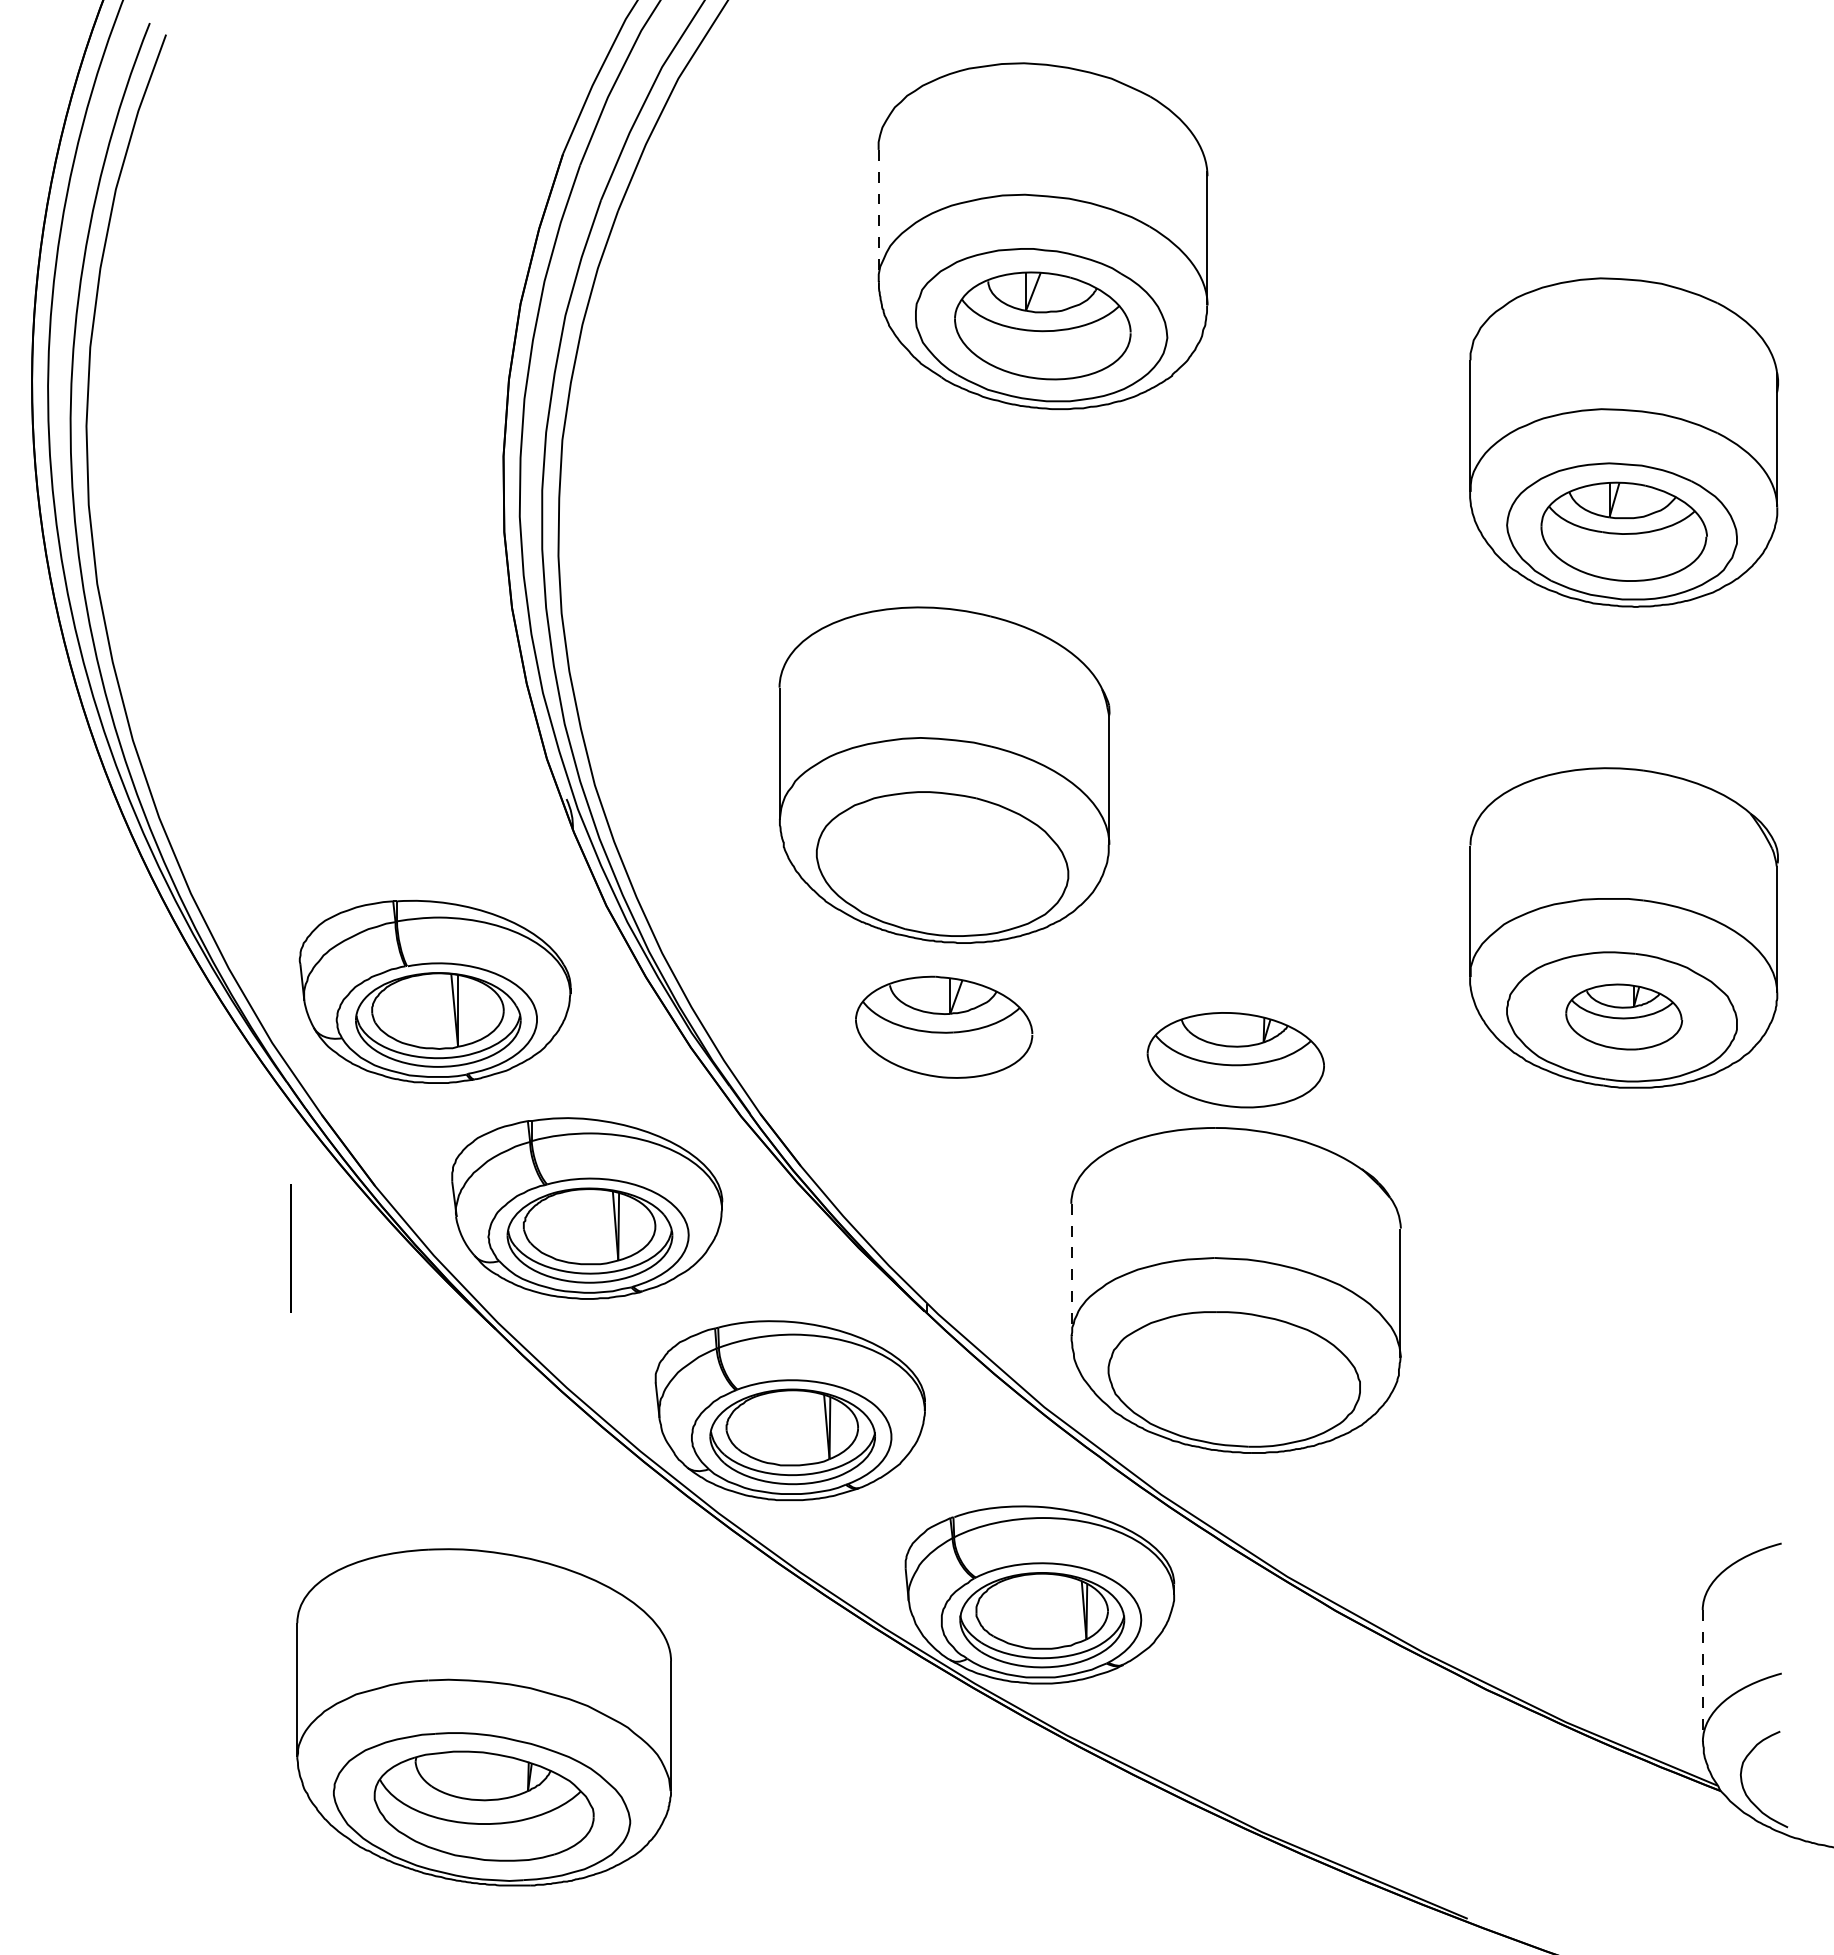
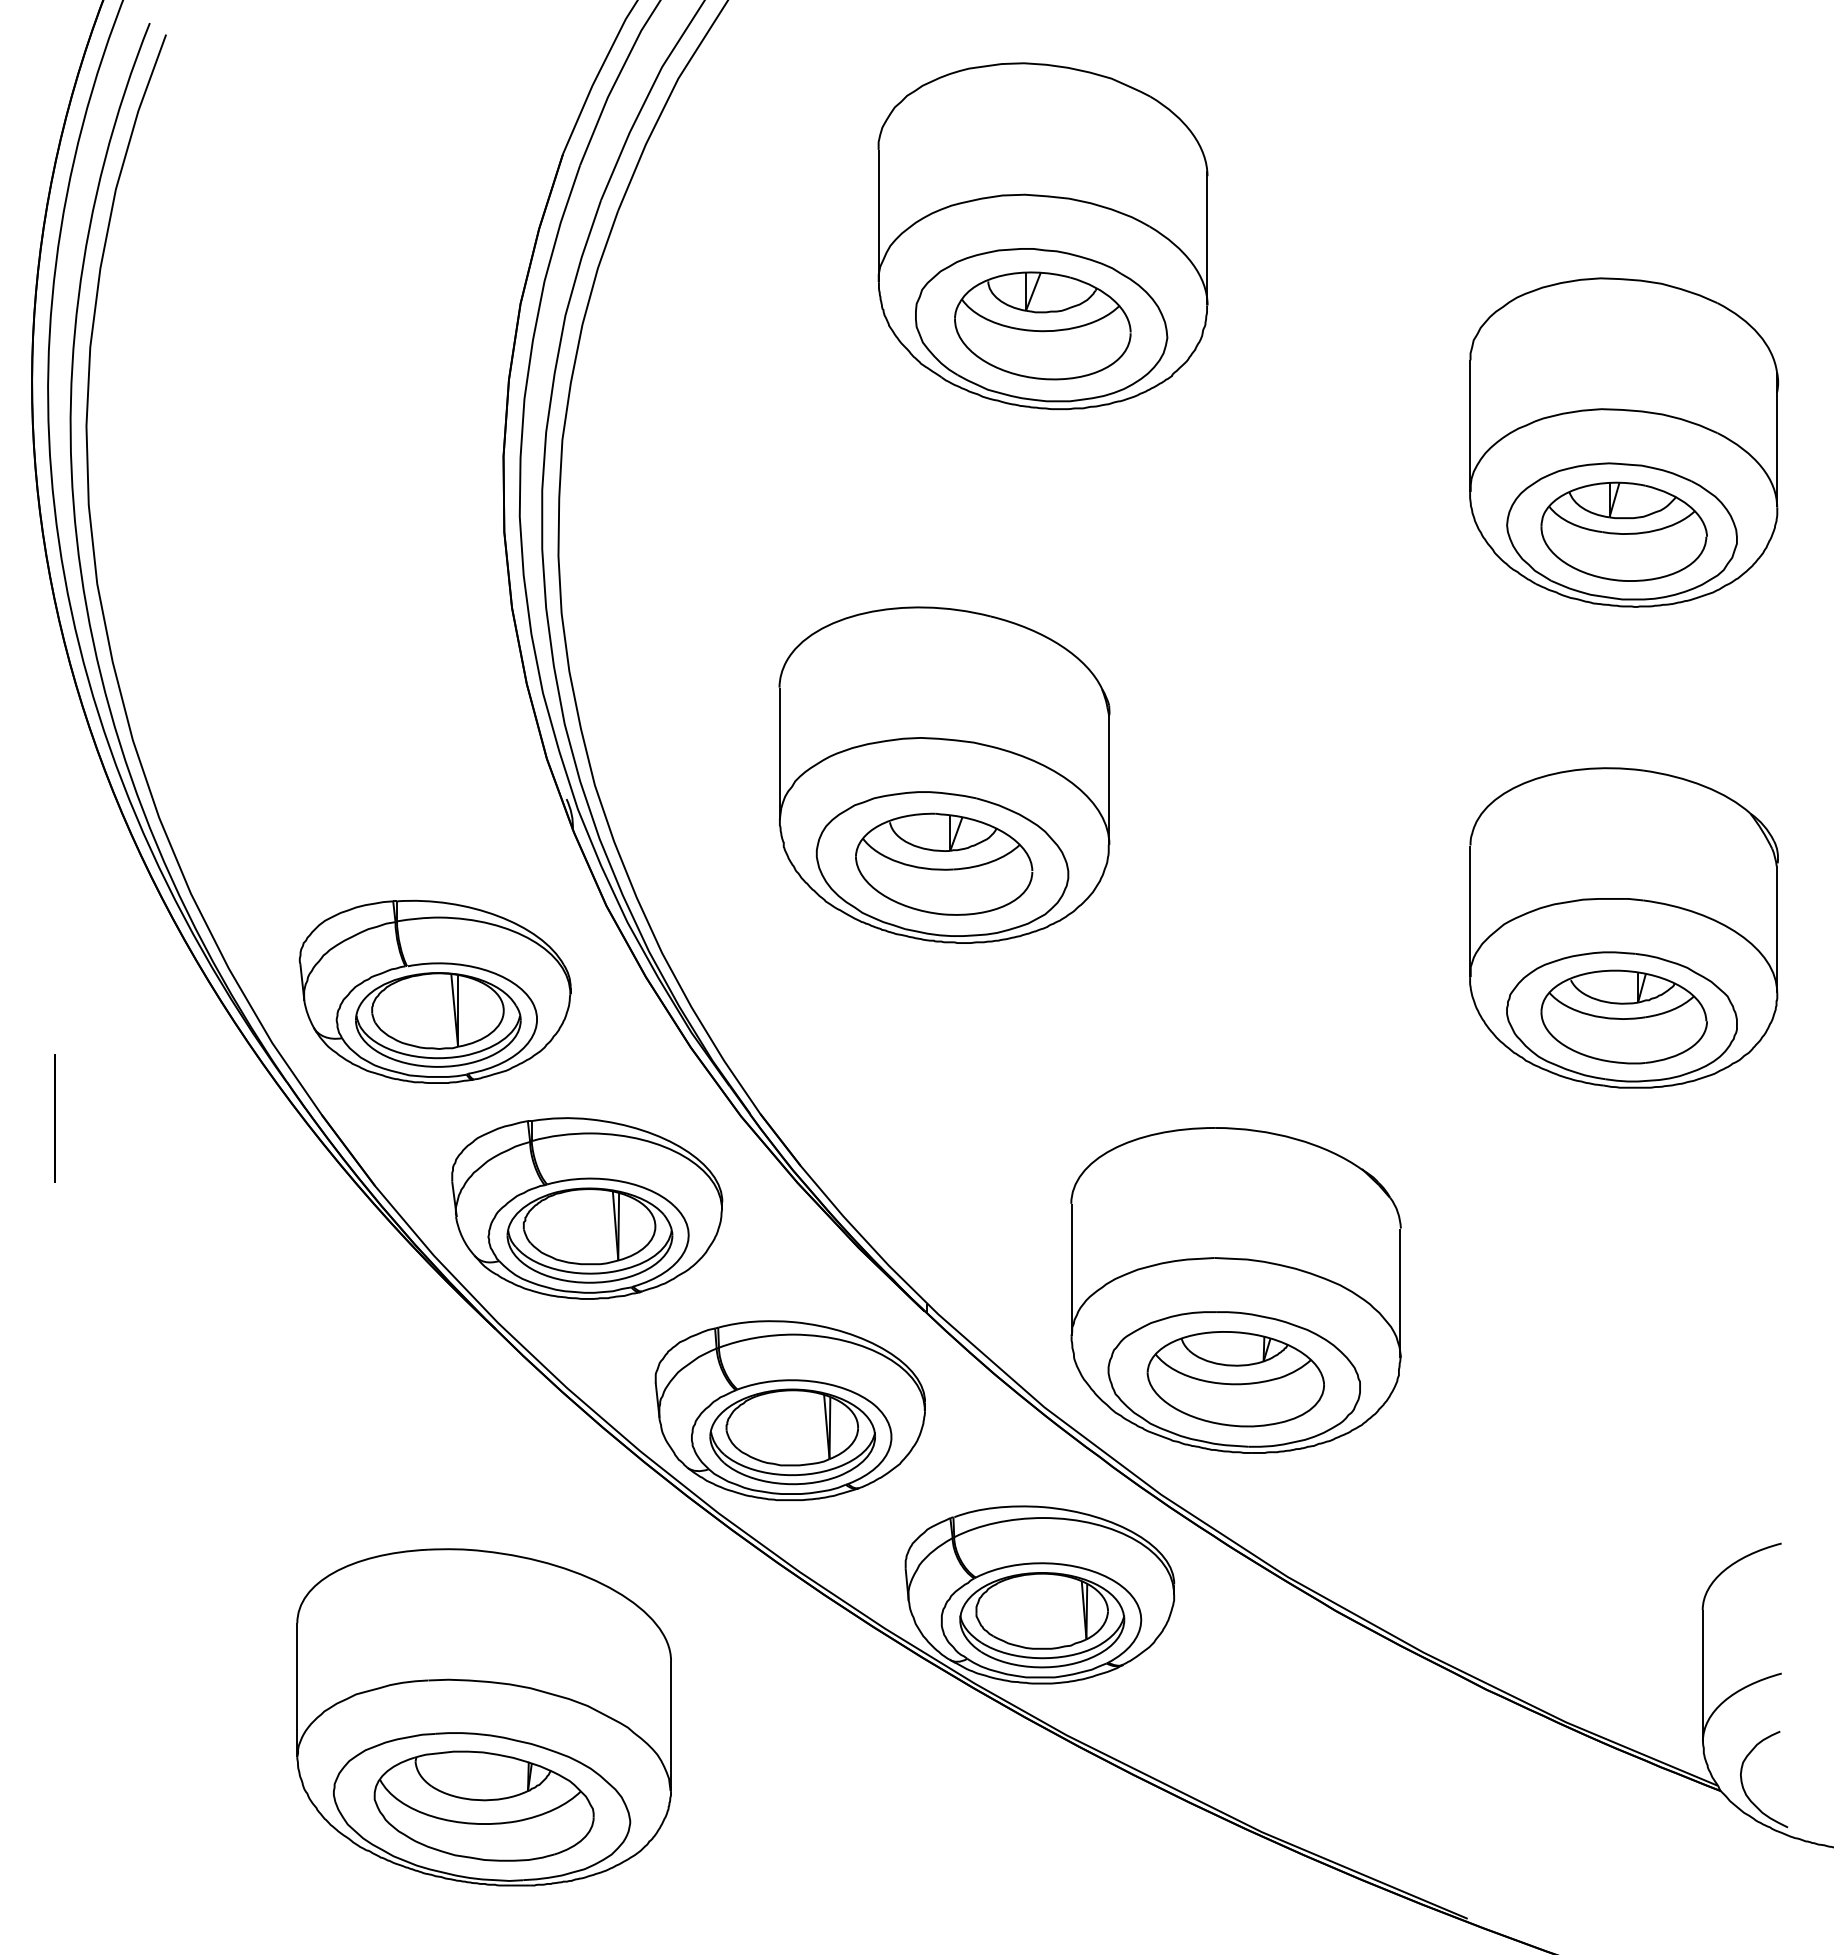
line at (878, 216): dashed -> solid
part at (1623, 1016) size: 118x68 px -> 168x96 px
part at (944, 1026) position: (944, 1026) -> (944, 863)
part at (1235, 1060) position: (1235, 1060) -> (1235, 1379)
line at (290, 1248) position: (290, 1248) -> (54, 1118)
line at (1071, 1270): dashed -> solid
line at (1703, 1675): dashed -> solid
